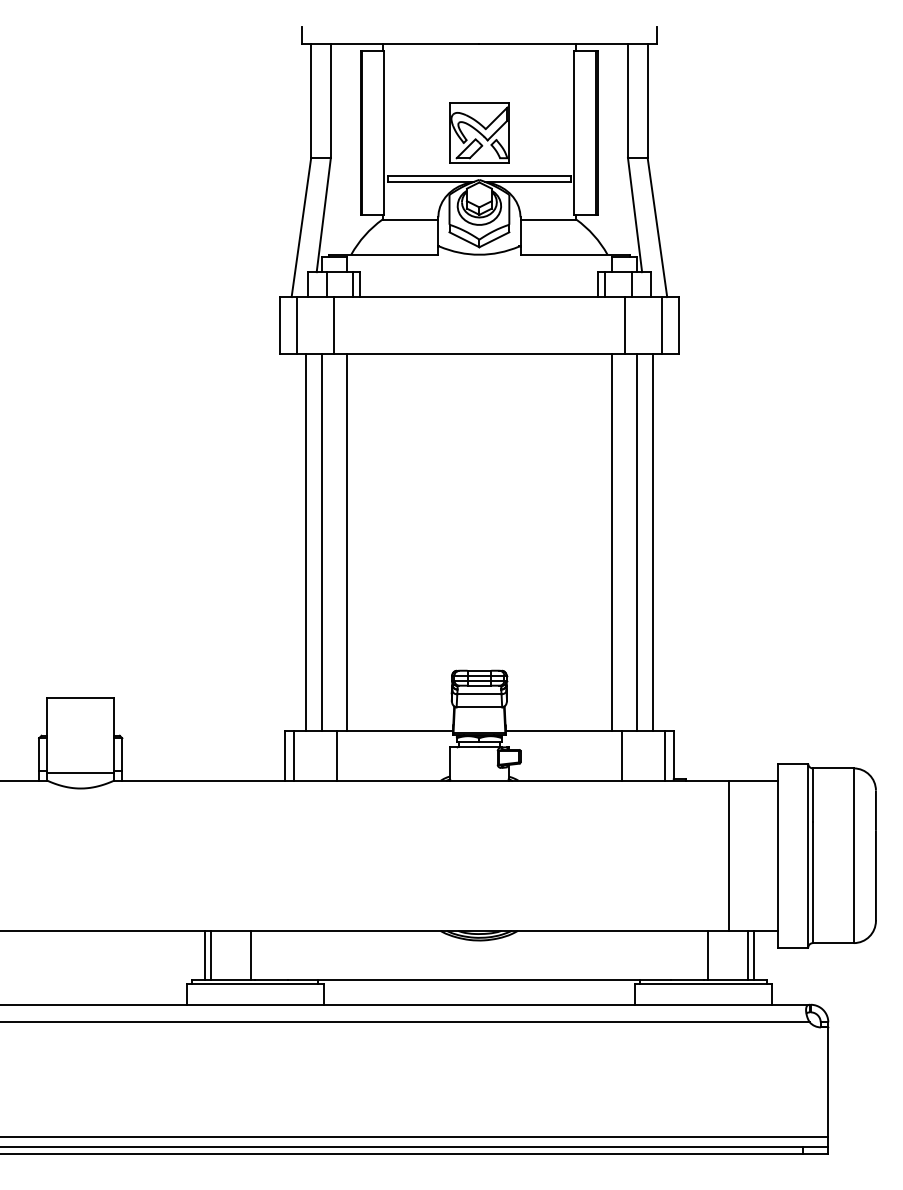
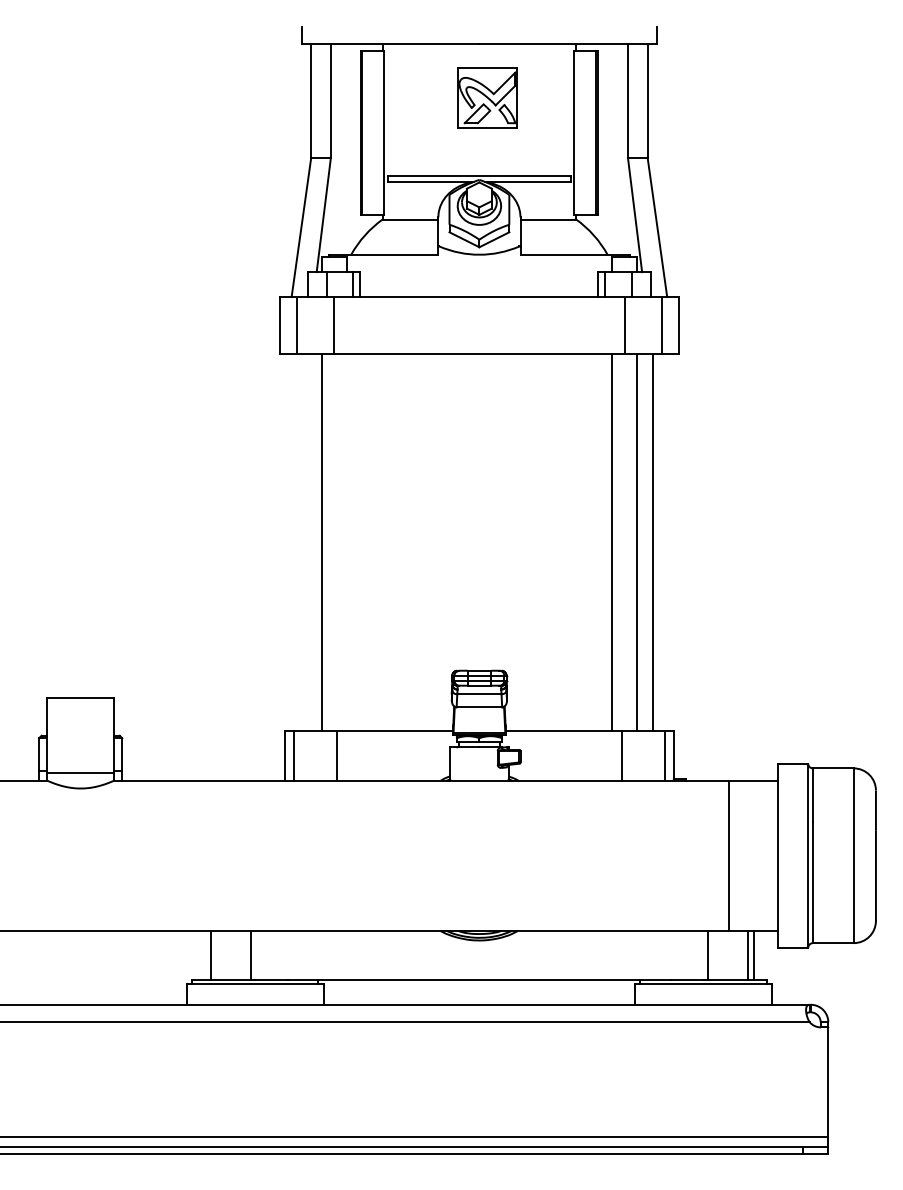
part at (479, 132) position: (479, 132) -> (487, 97)
line at (306, 542): present -> none
line at (346, 542): present -> none
line at (205, 955): present -> none
